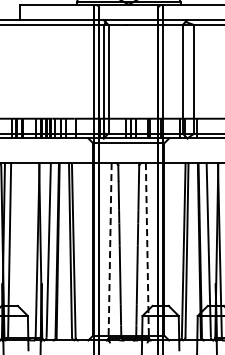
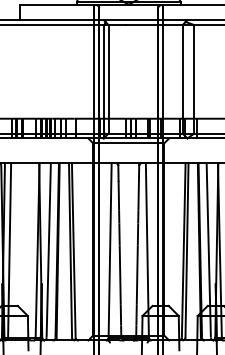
line at (110, 250): dashed -> solid
line at (147, 250): dashed -> solid
